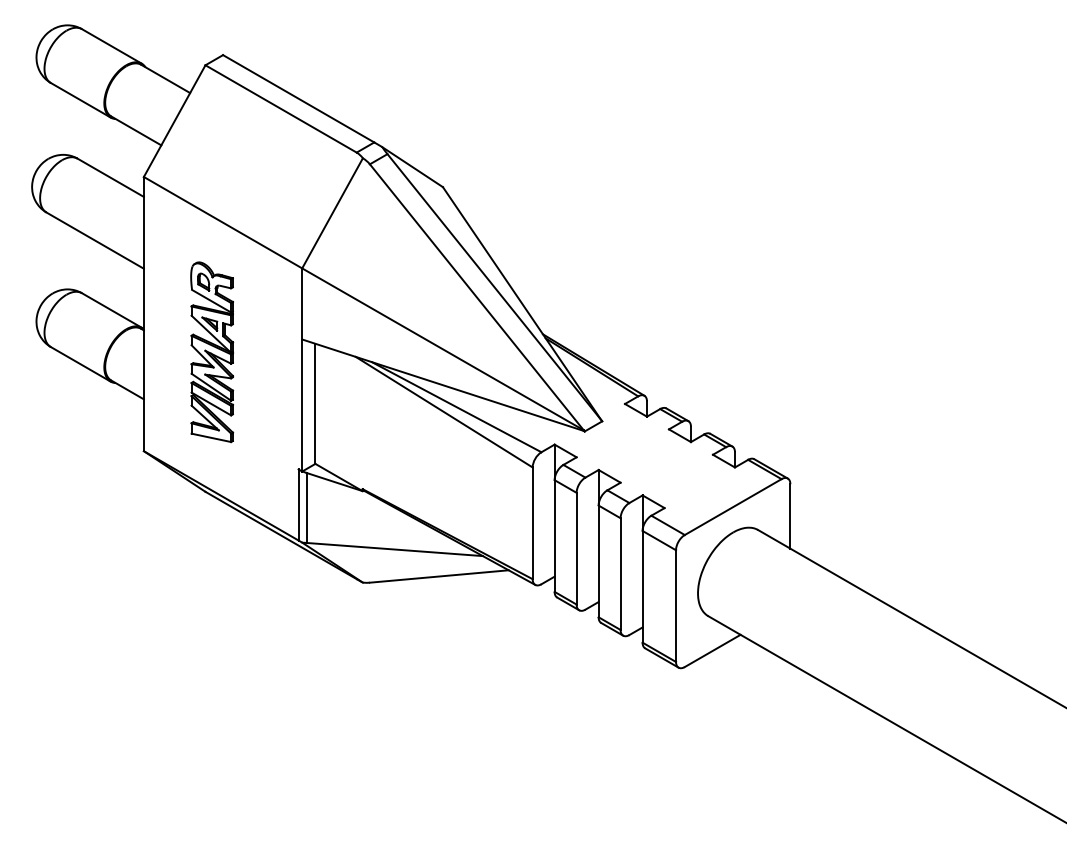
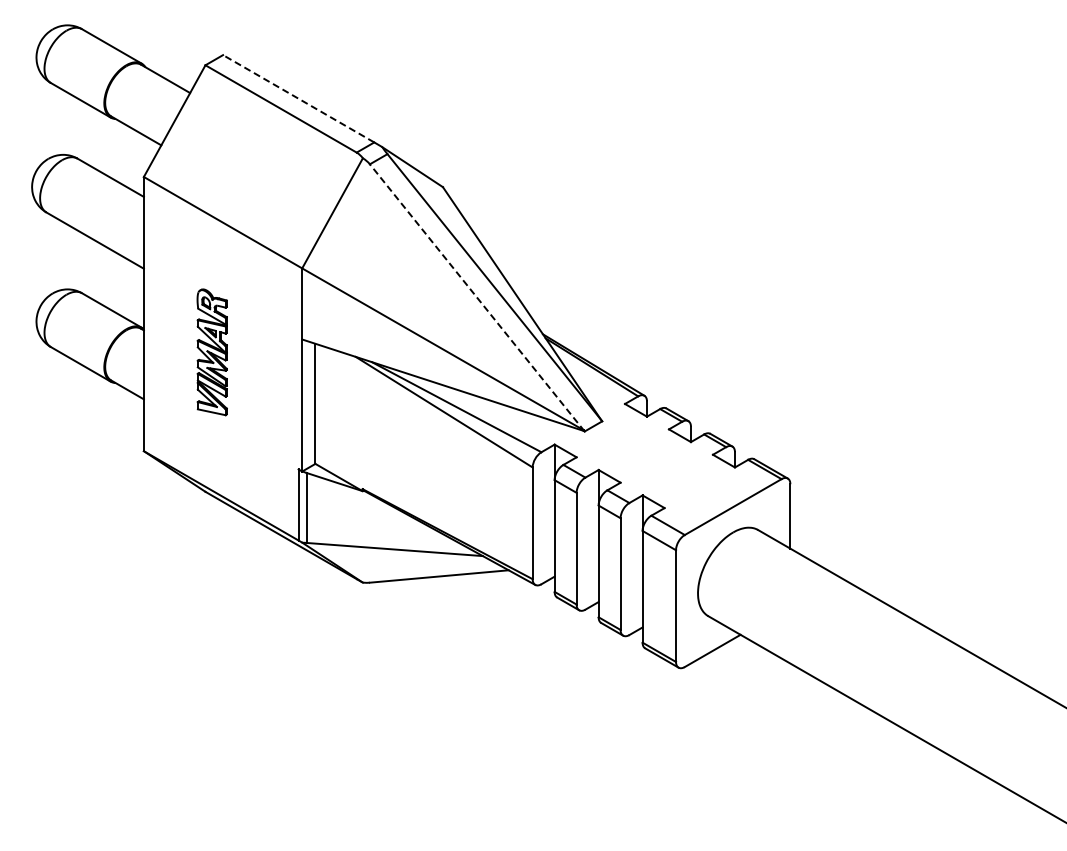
line at (298, 98): solid -> dashed
line at (476, 297): solid -> dashed
part at (212, 352) size: 45x183 px -> 32x129 px
